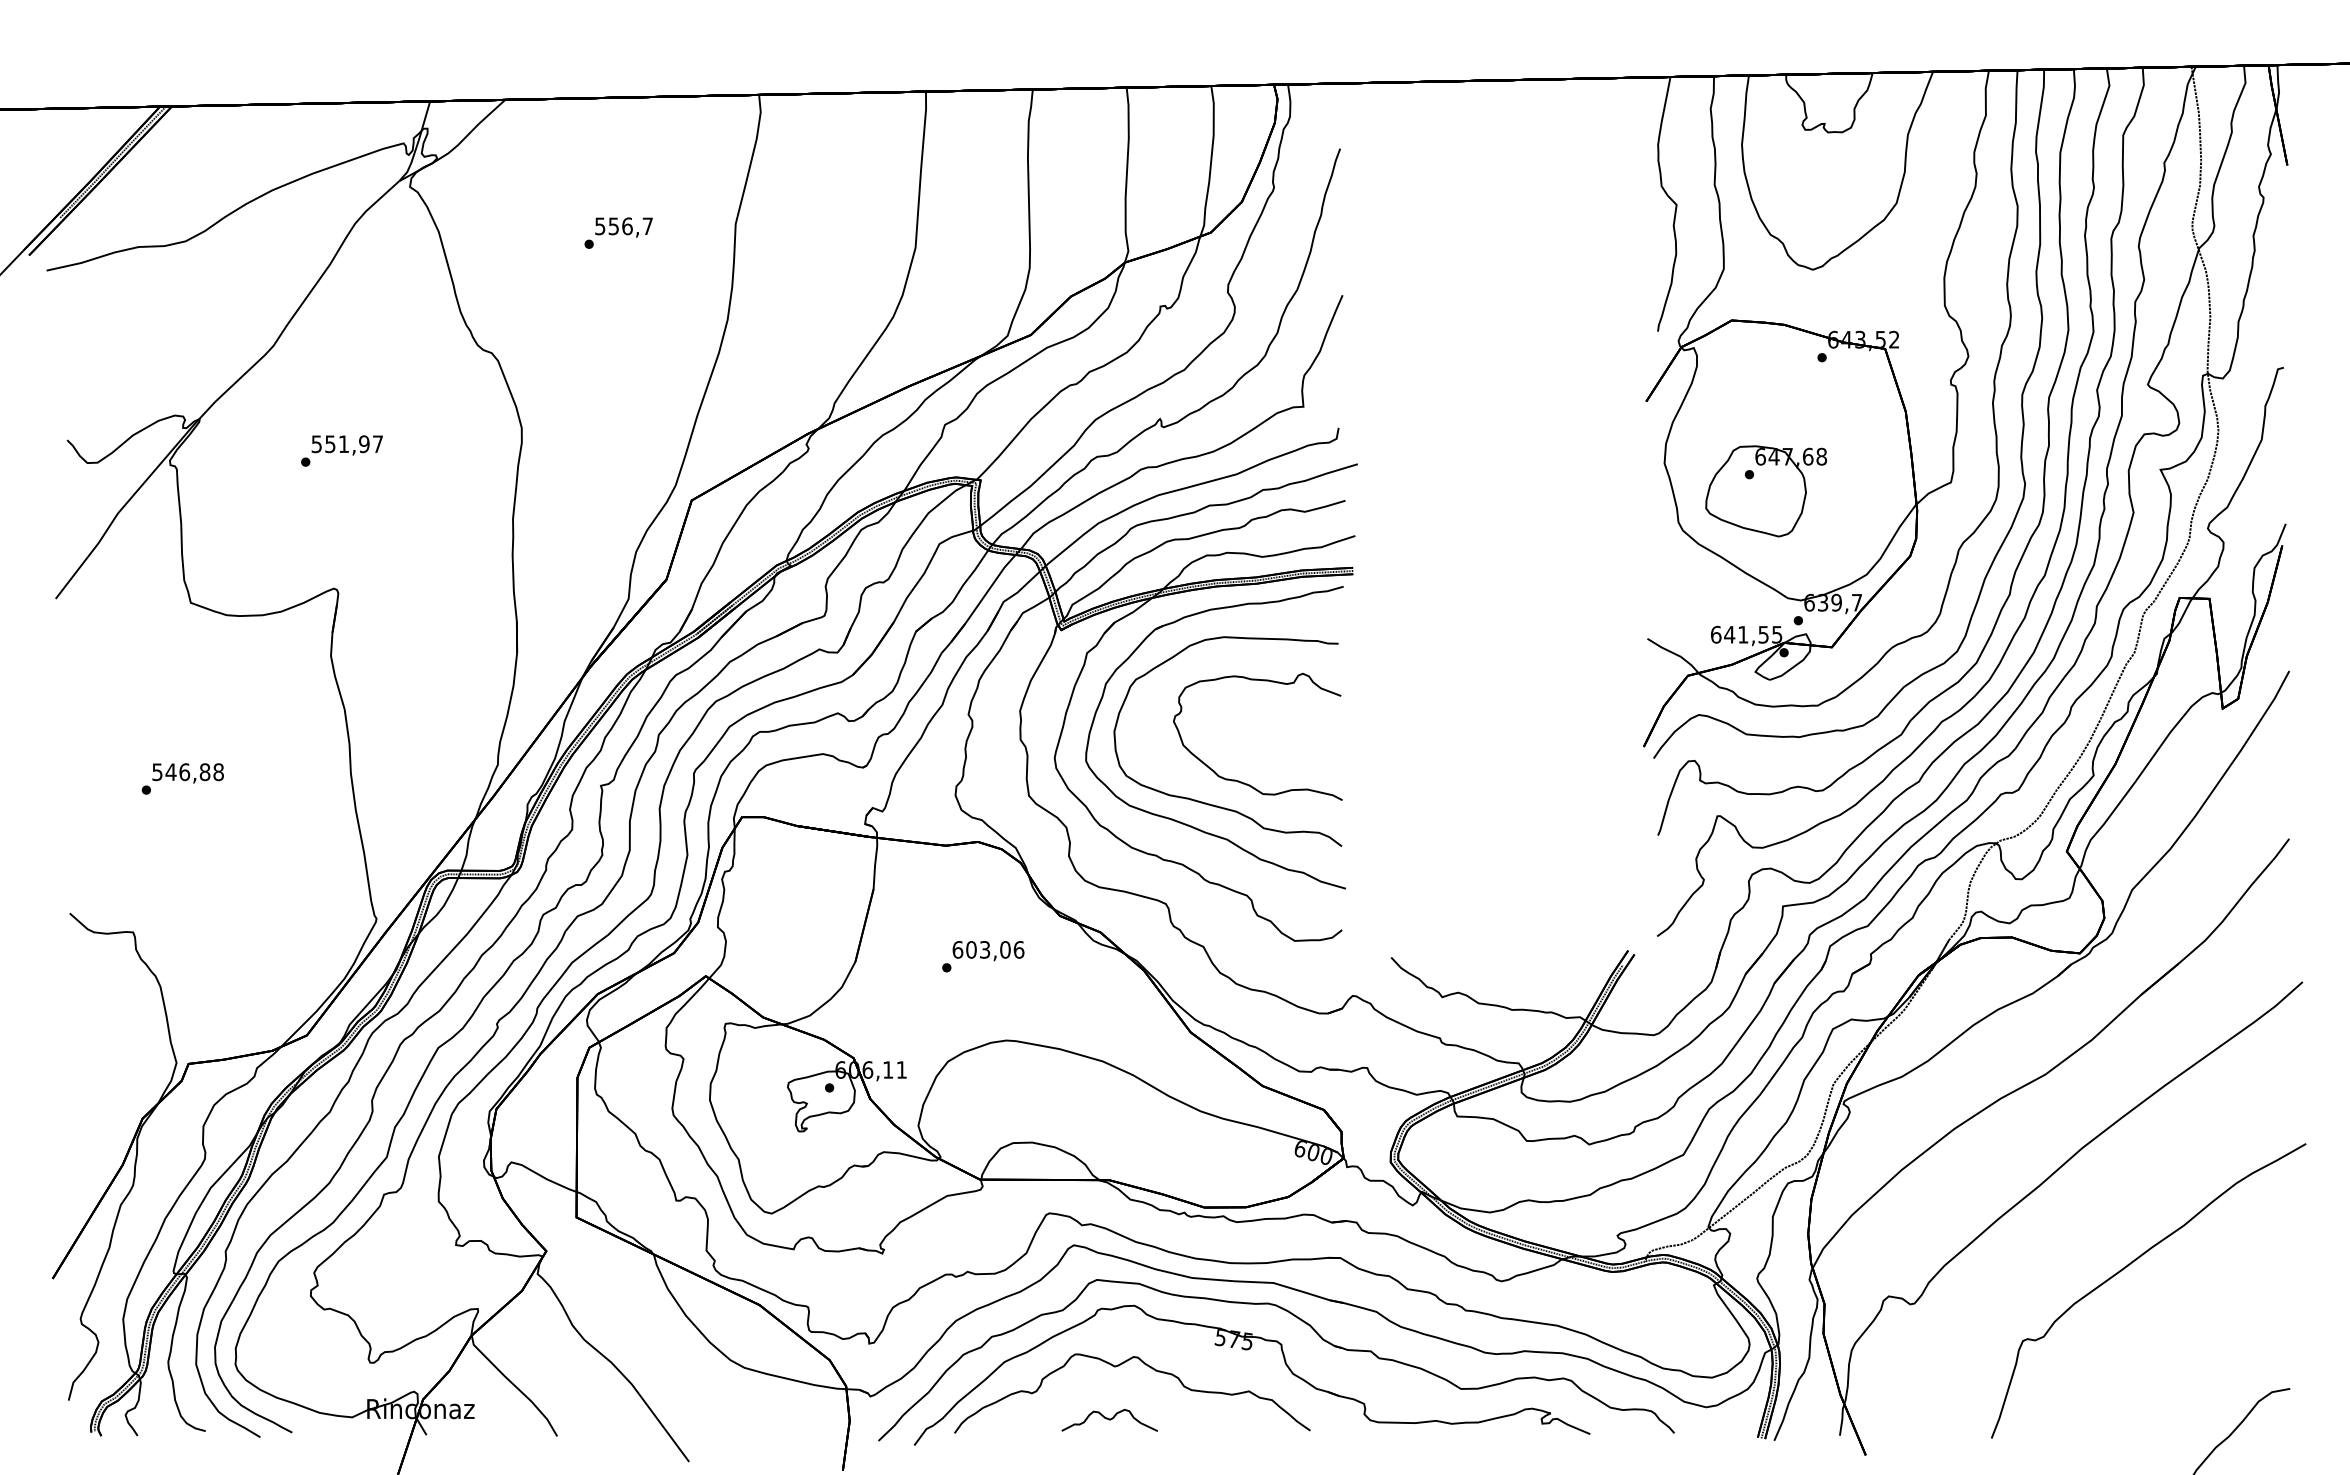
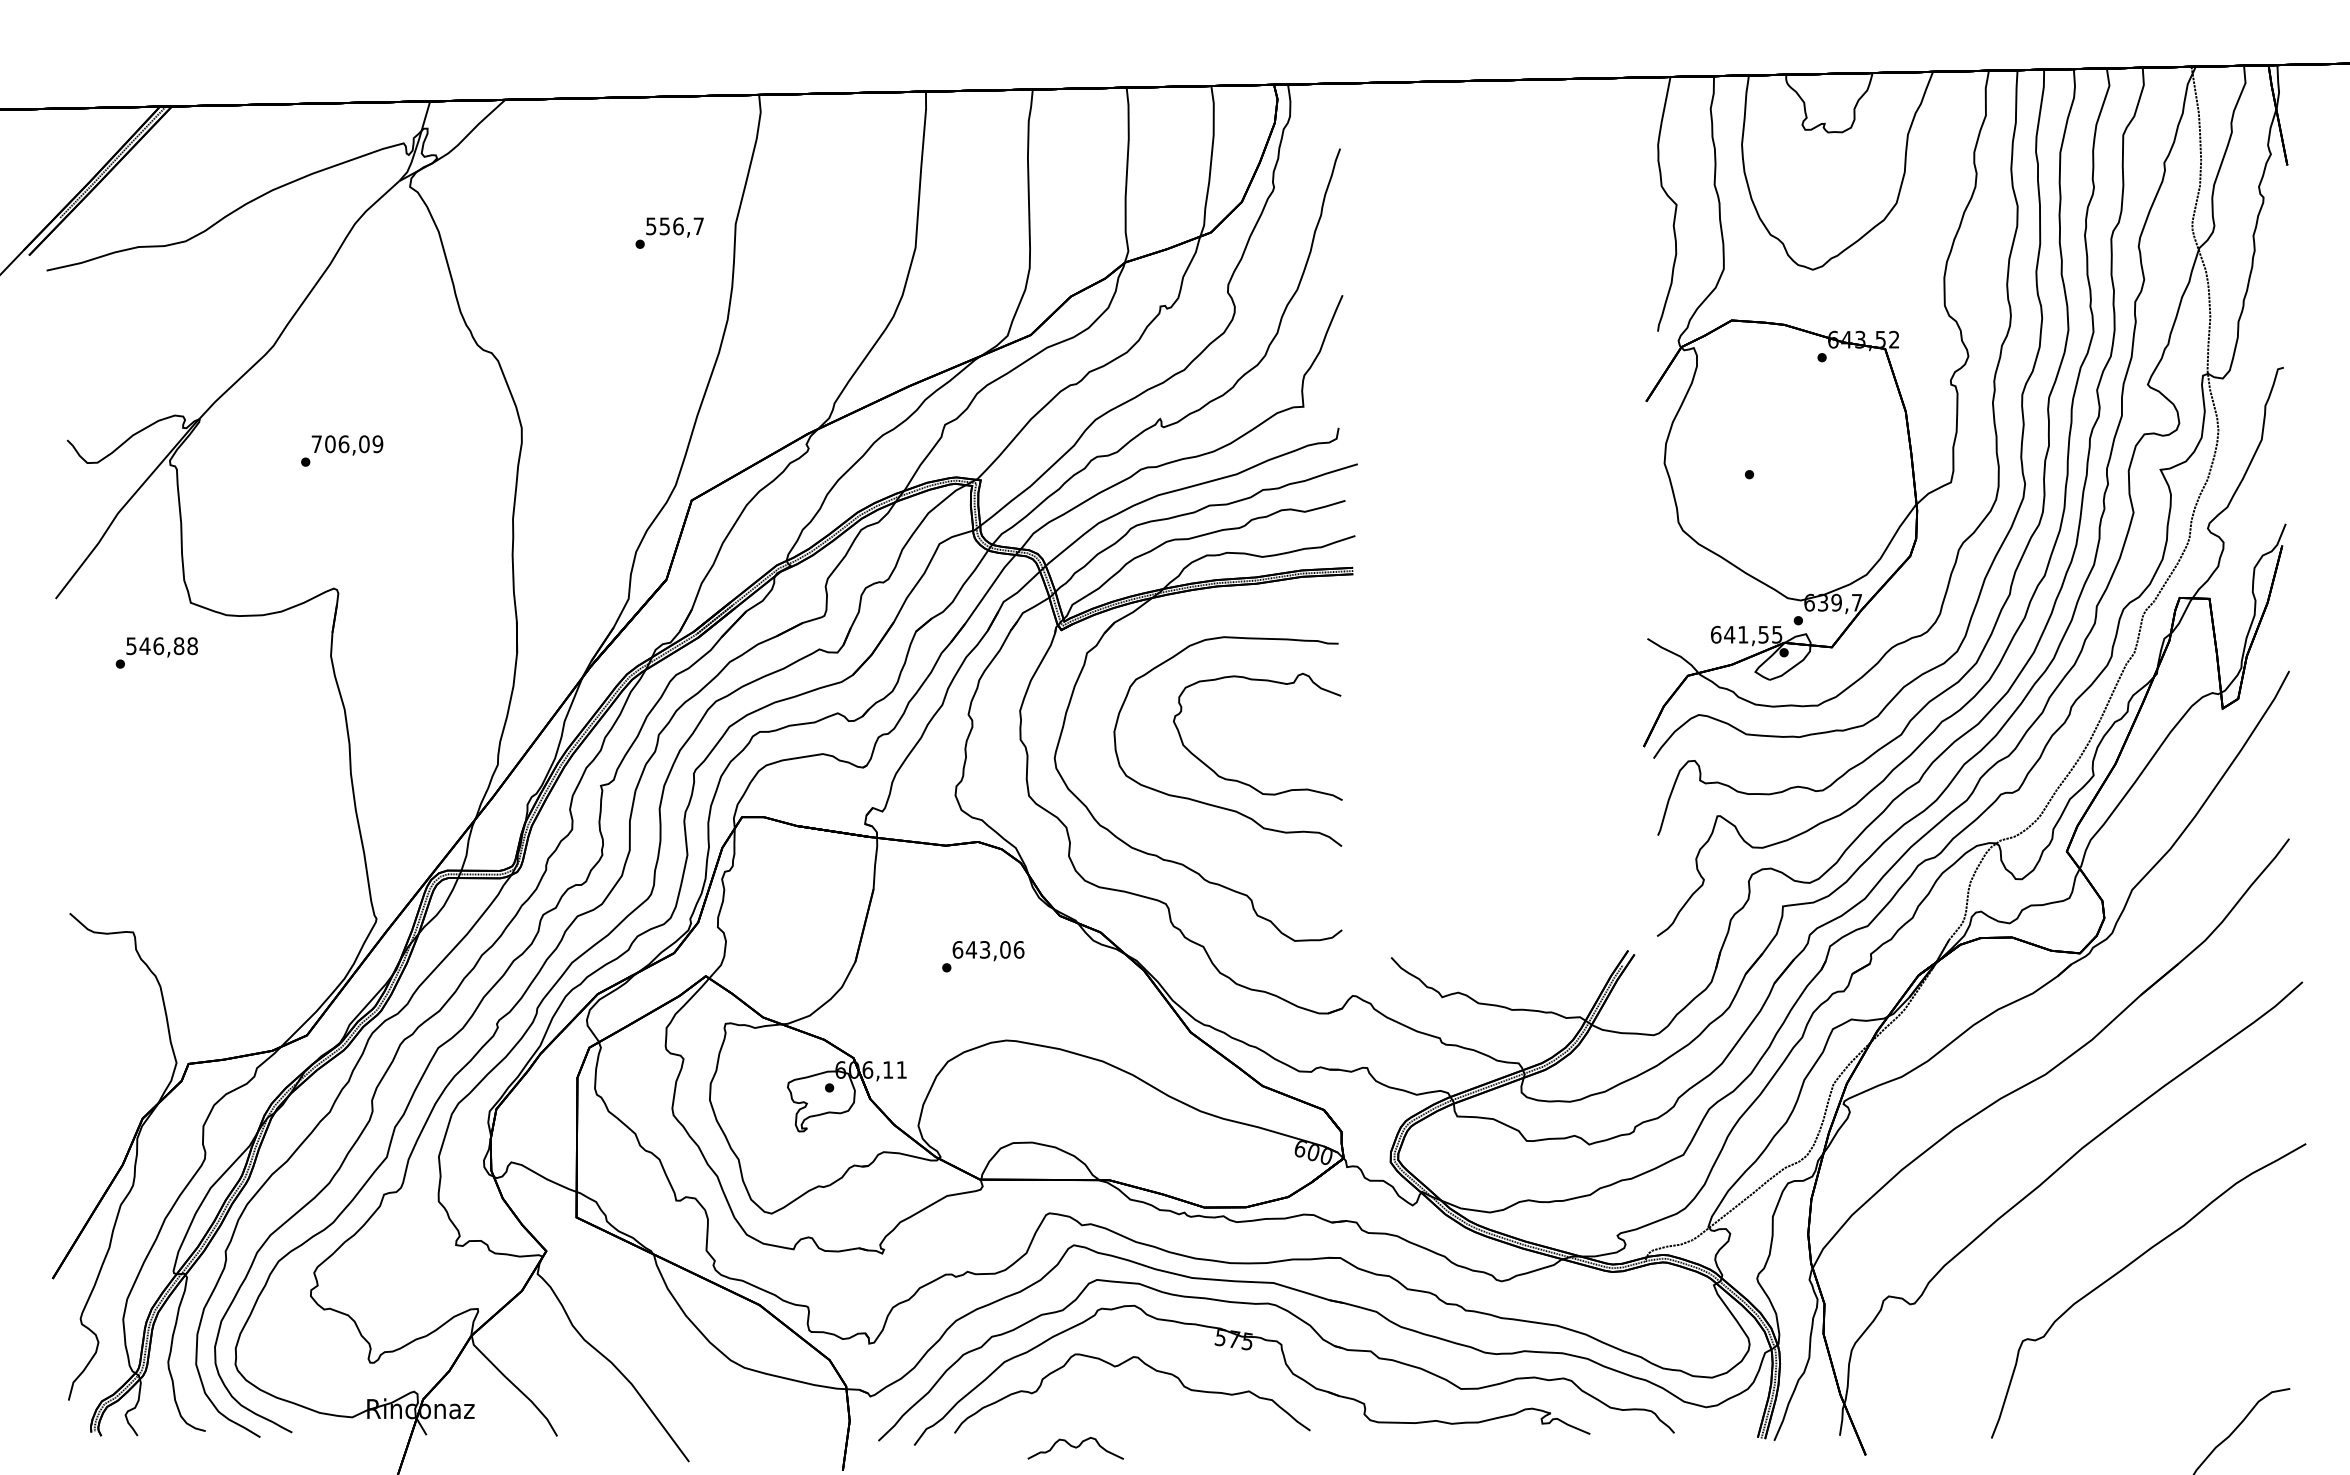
text at (618, 232) position: (618, 232) -> (669, 232)
text at (347, 444): 551,97 -> 706,09
part at (1765, 491): present -> none
text at (182, 778) position: (182, 778) -> (156, 652)
part at (1186, 823): present -> none
text at (971, 949): 603,06 -> 643,06
part at (1109, 1419) position: (1109, 1419) -> (1075, 1447)
